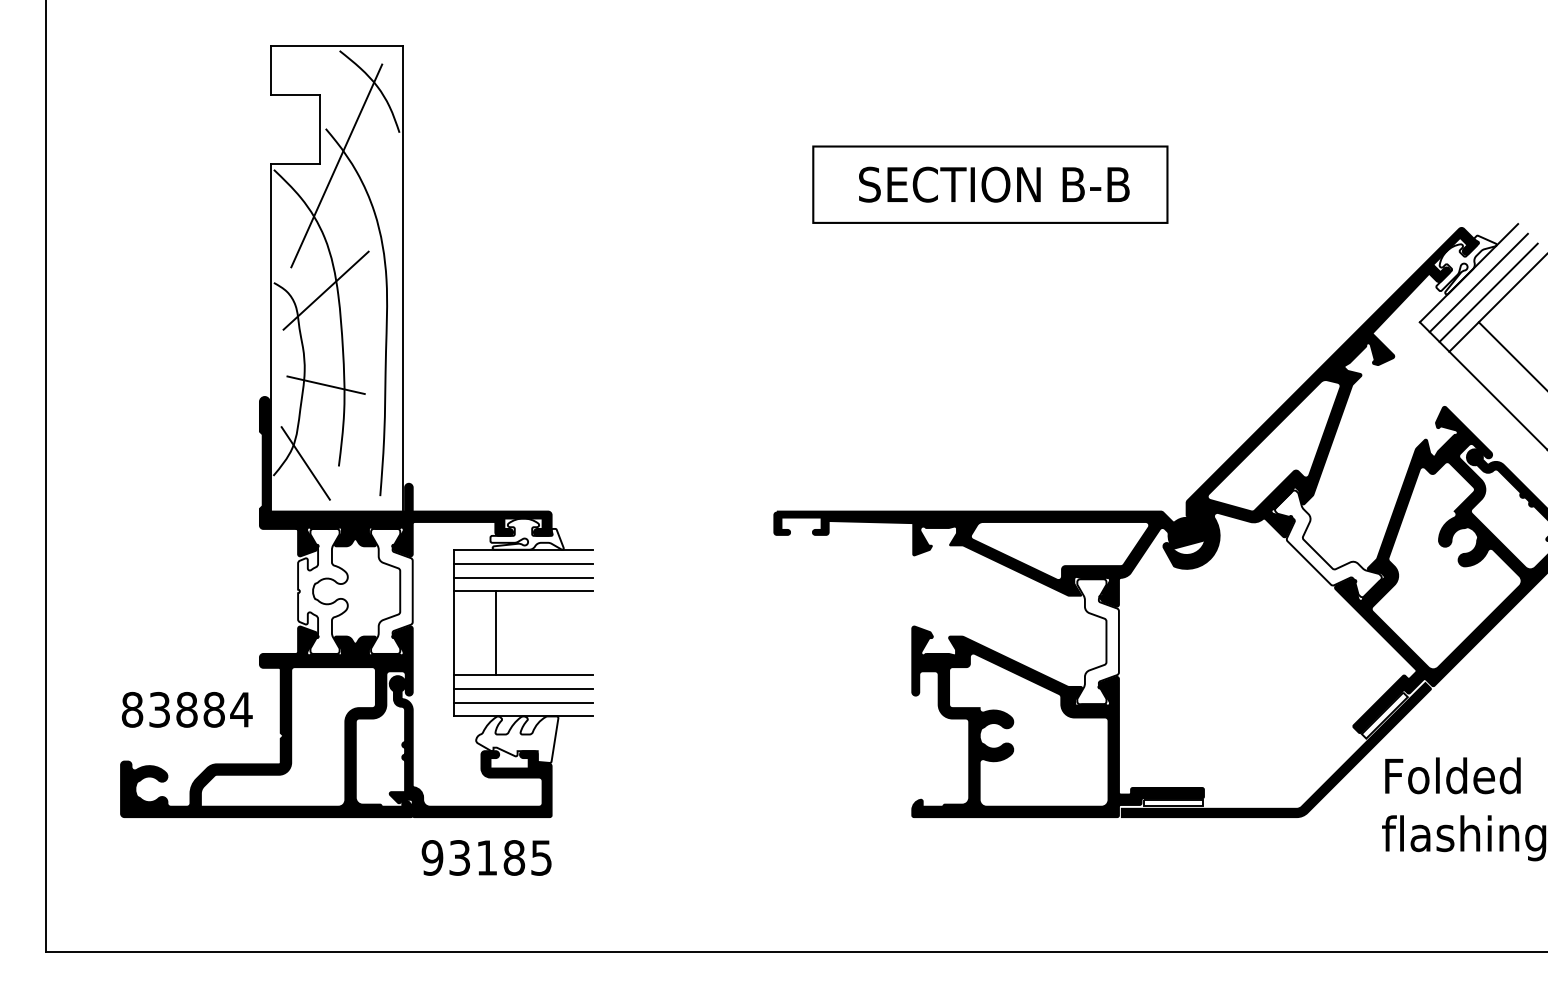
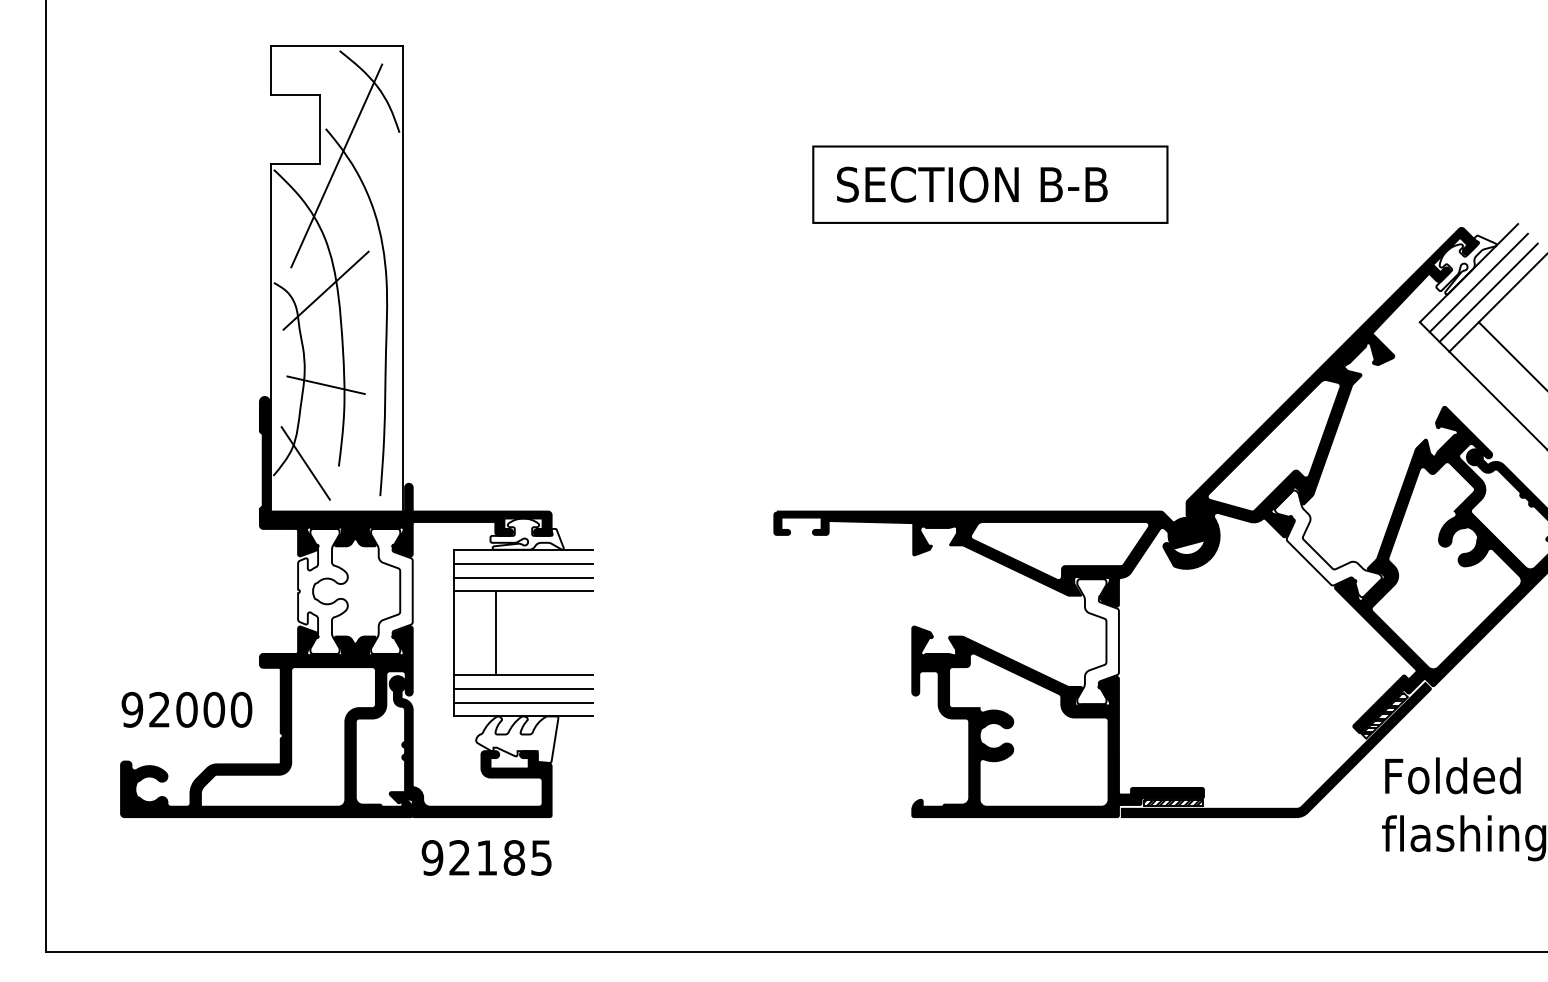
text at (994, 184) position: (994, 184) -> (972, 184)
text at (186, 709): 83884 -> 92000
hatch at (1383, 716): none -> present
hatch at (1173, 802): none -> present
text at (459, 857): 93185 -> 92185
